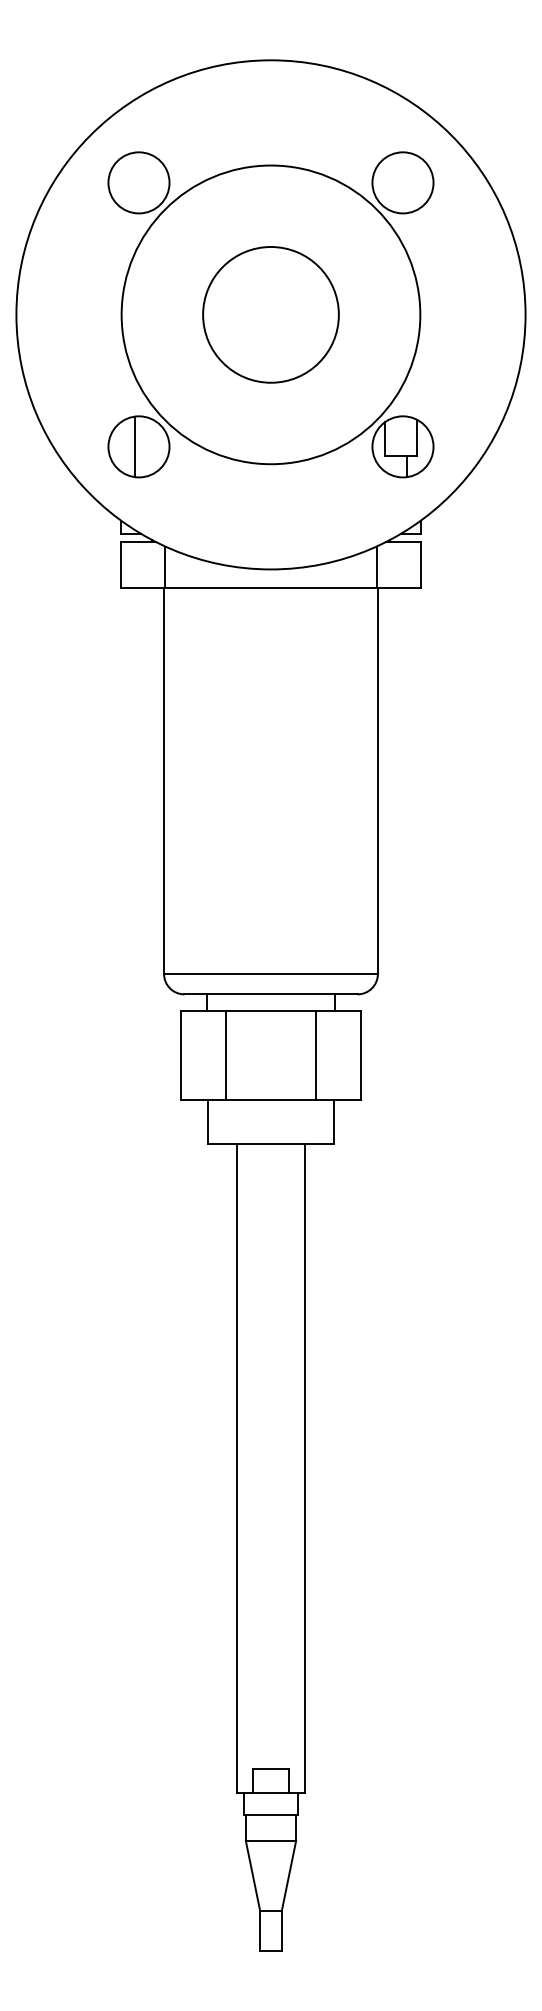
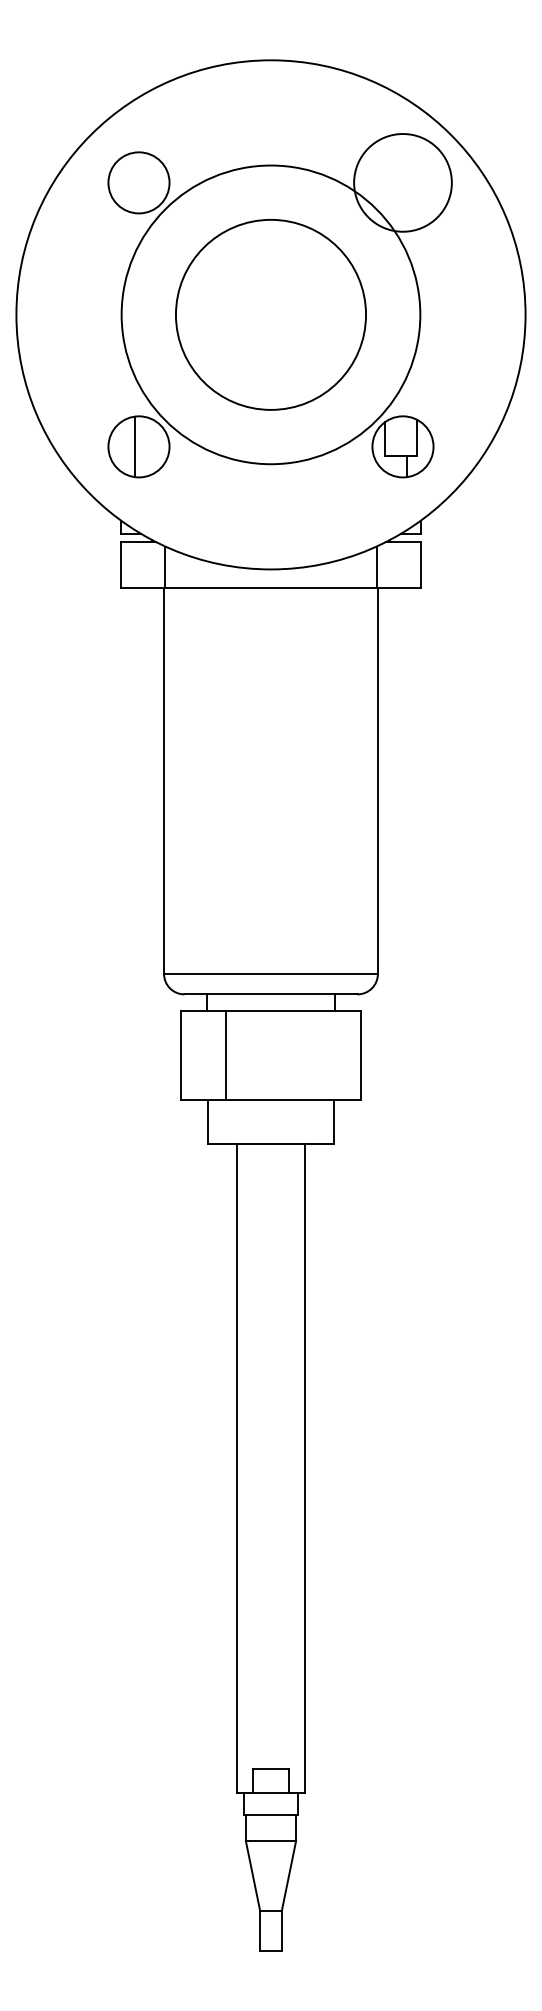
circle at (402, 182) diameter: 61 px -> 98 px
circle at (270, 314) diameter: 136 px -> 190 px
line at (316, 1055): present -> none
